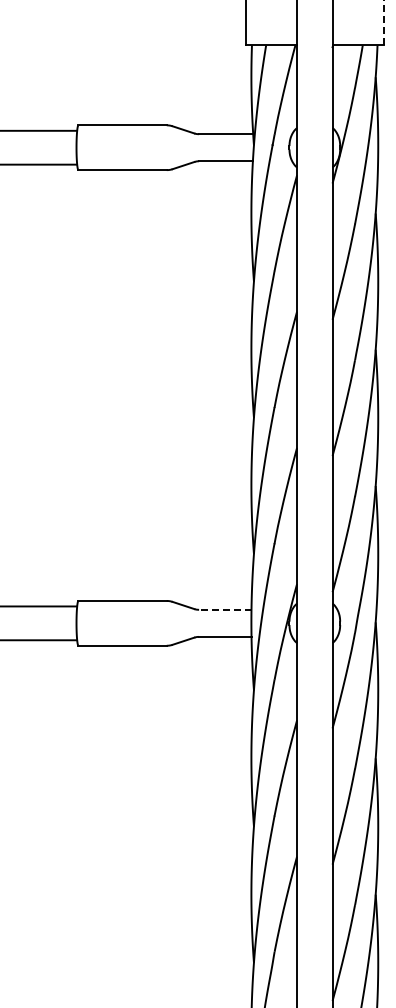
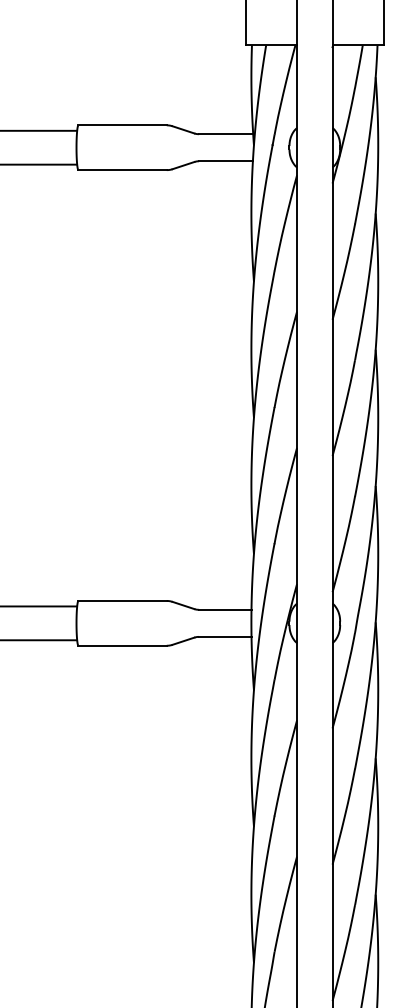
line at (384, 22): dashed -> solid
line at (224, 609): dashed -> solid
